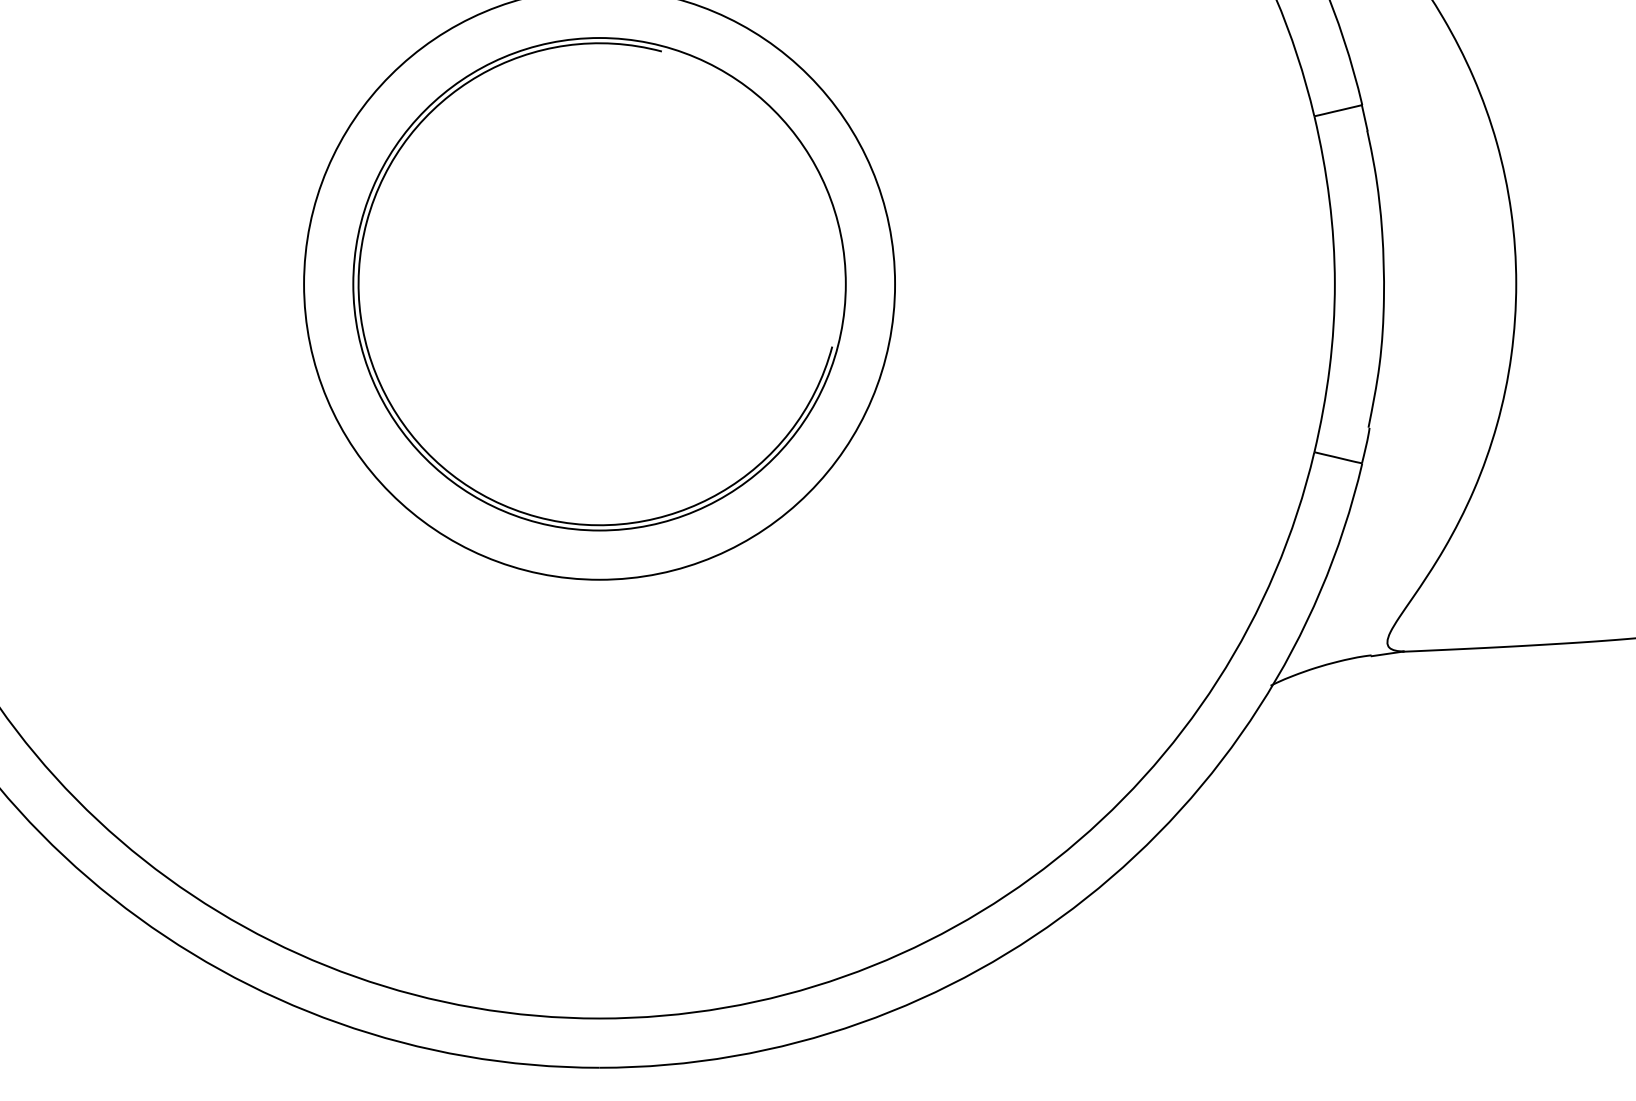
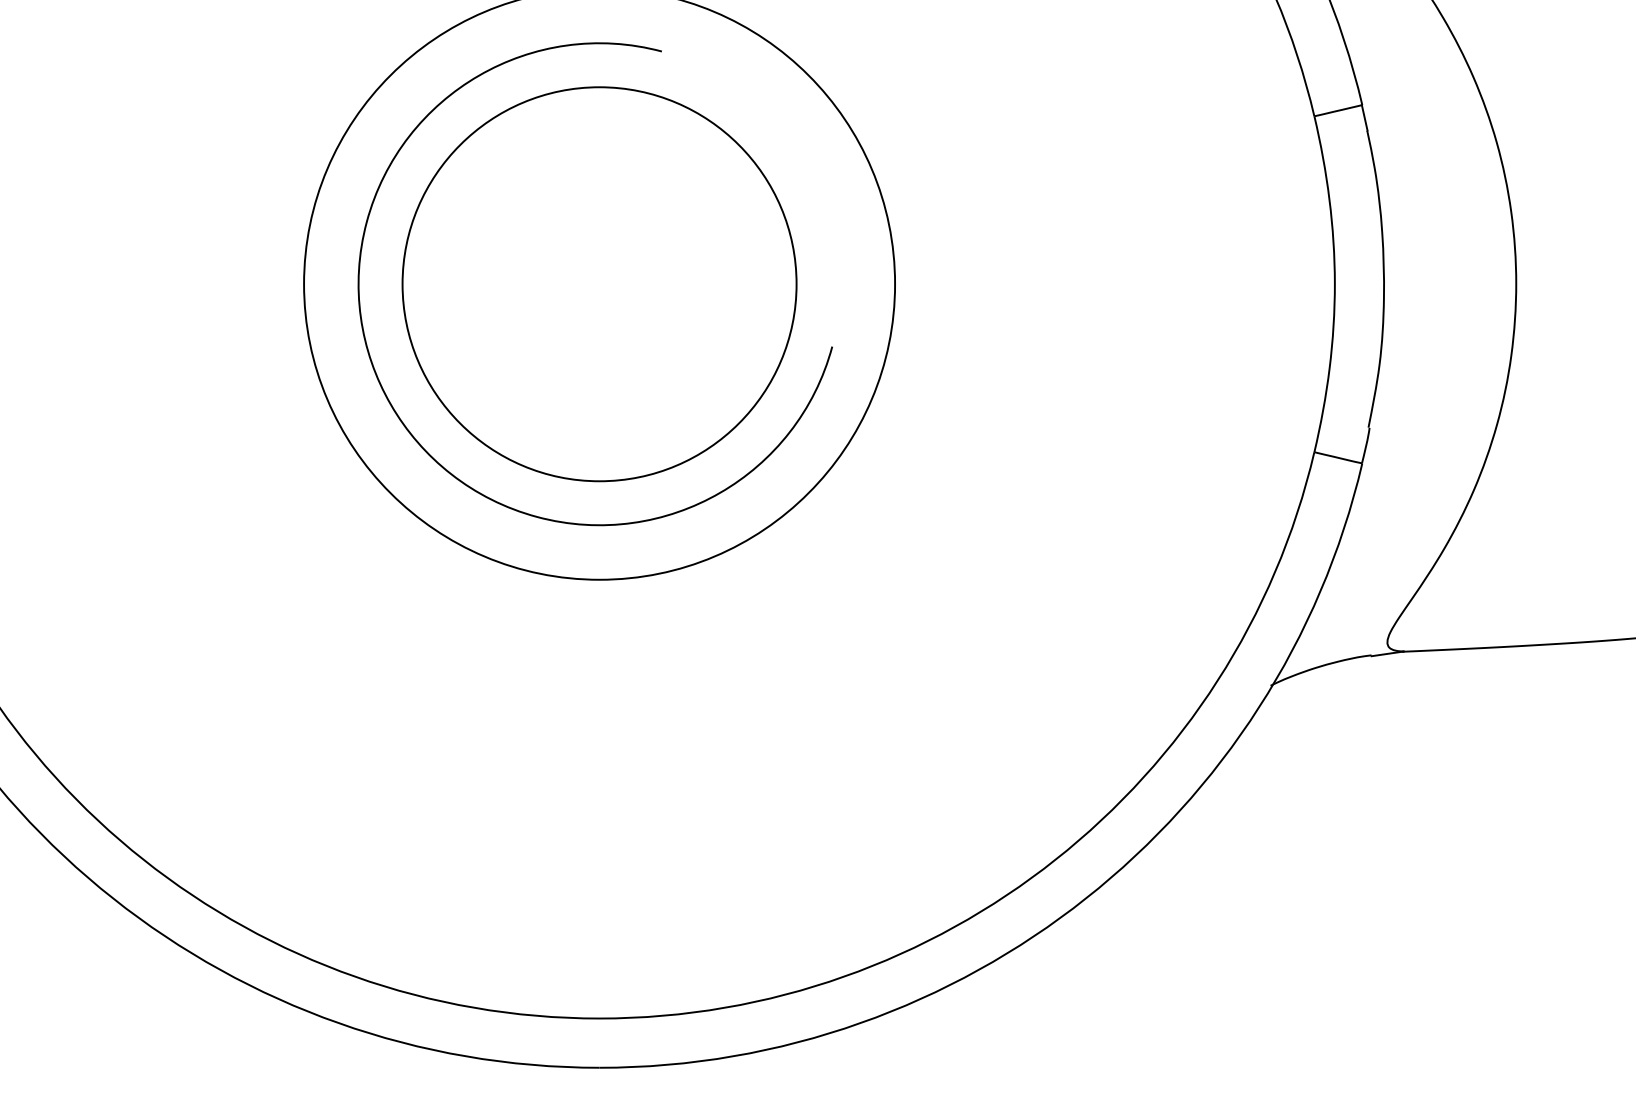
circle at (599, 284) diameter: 493 px -> 394 px
